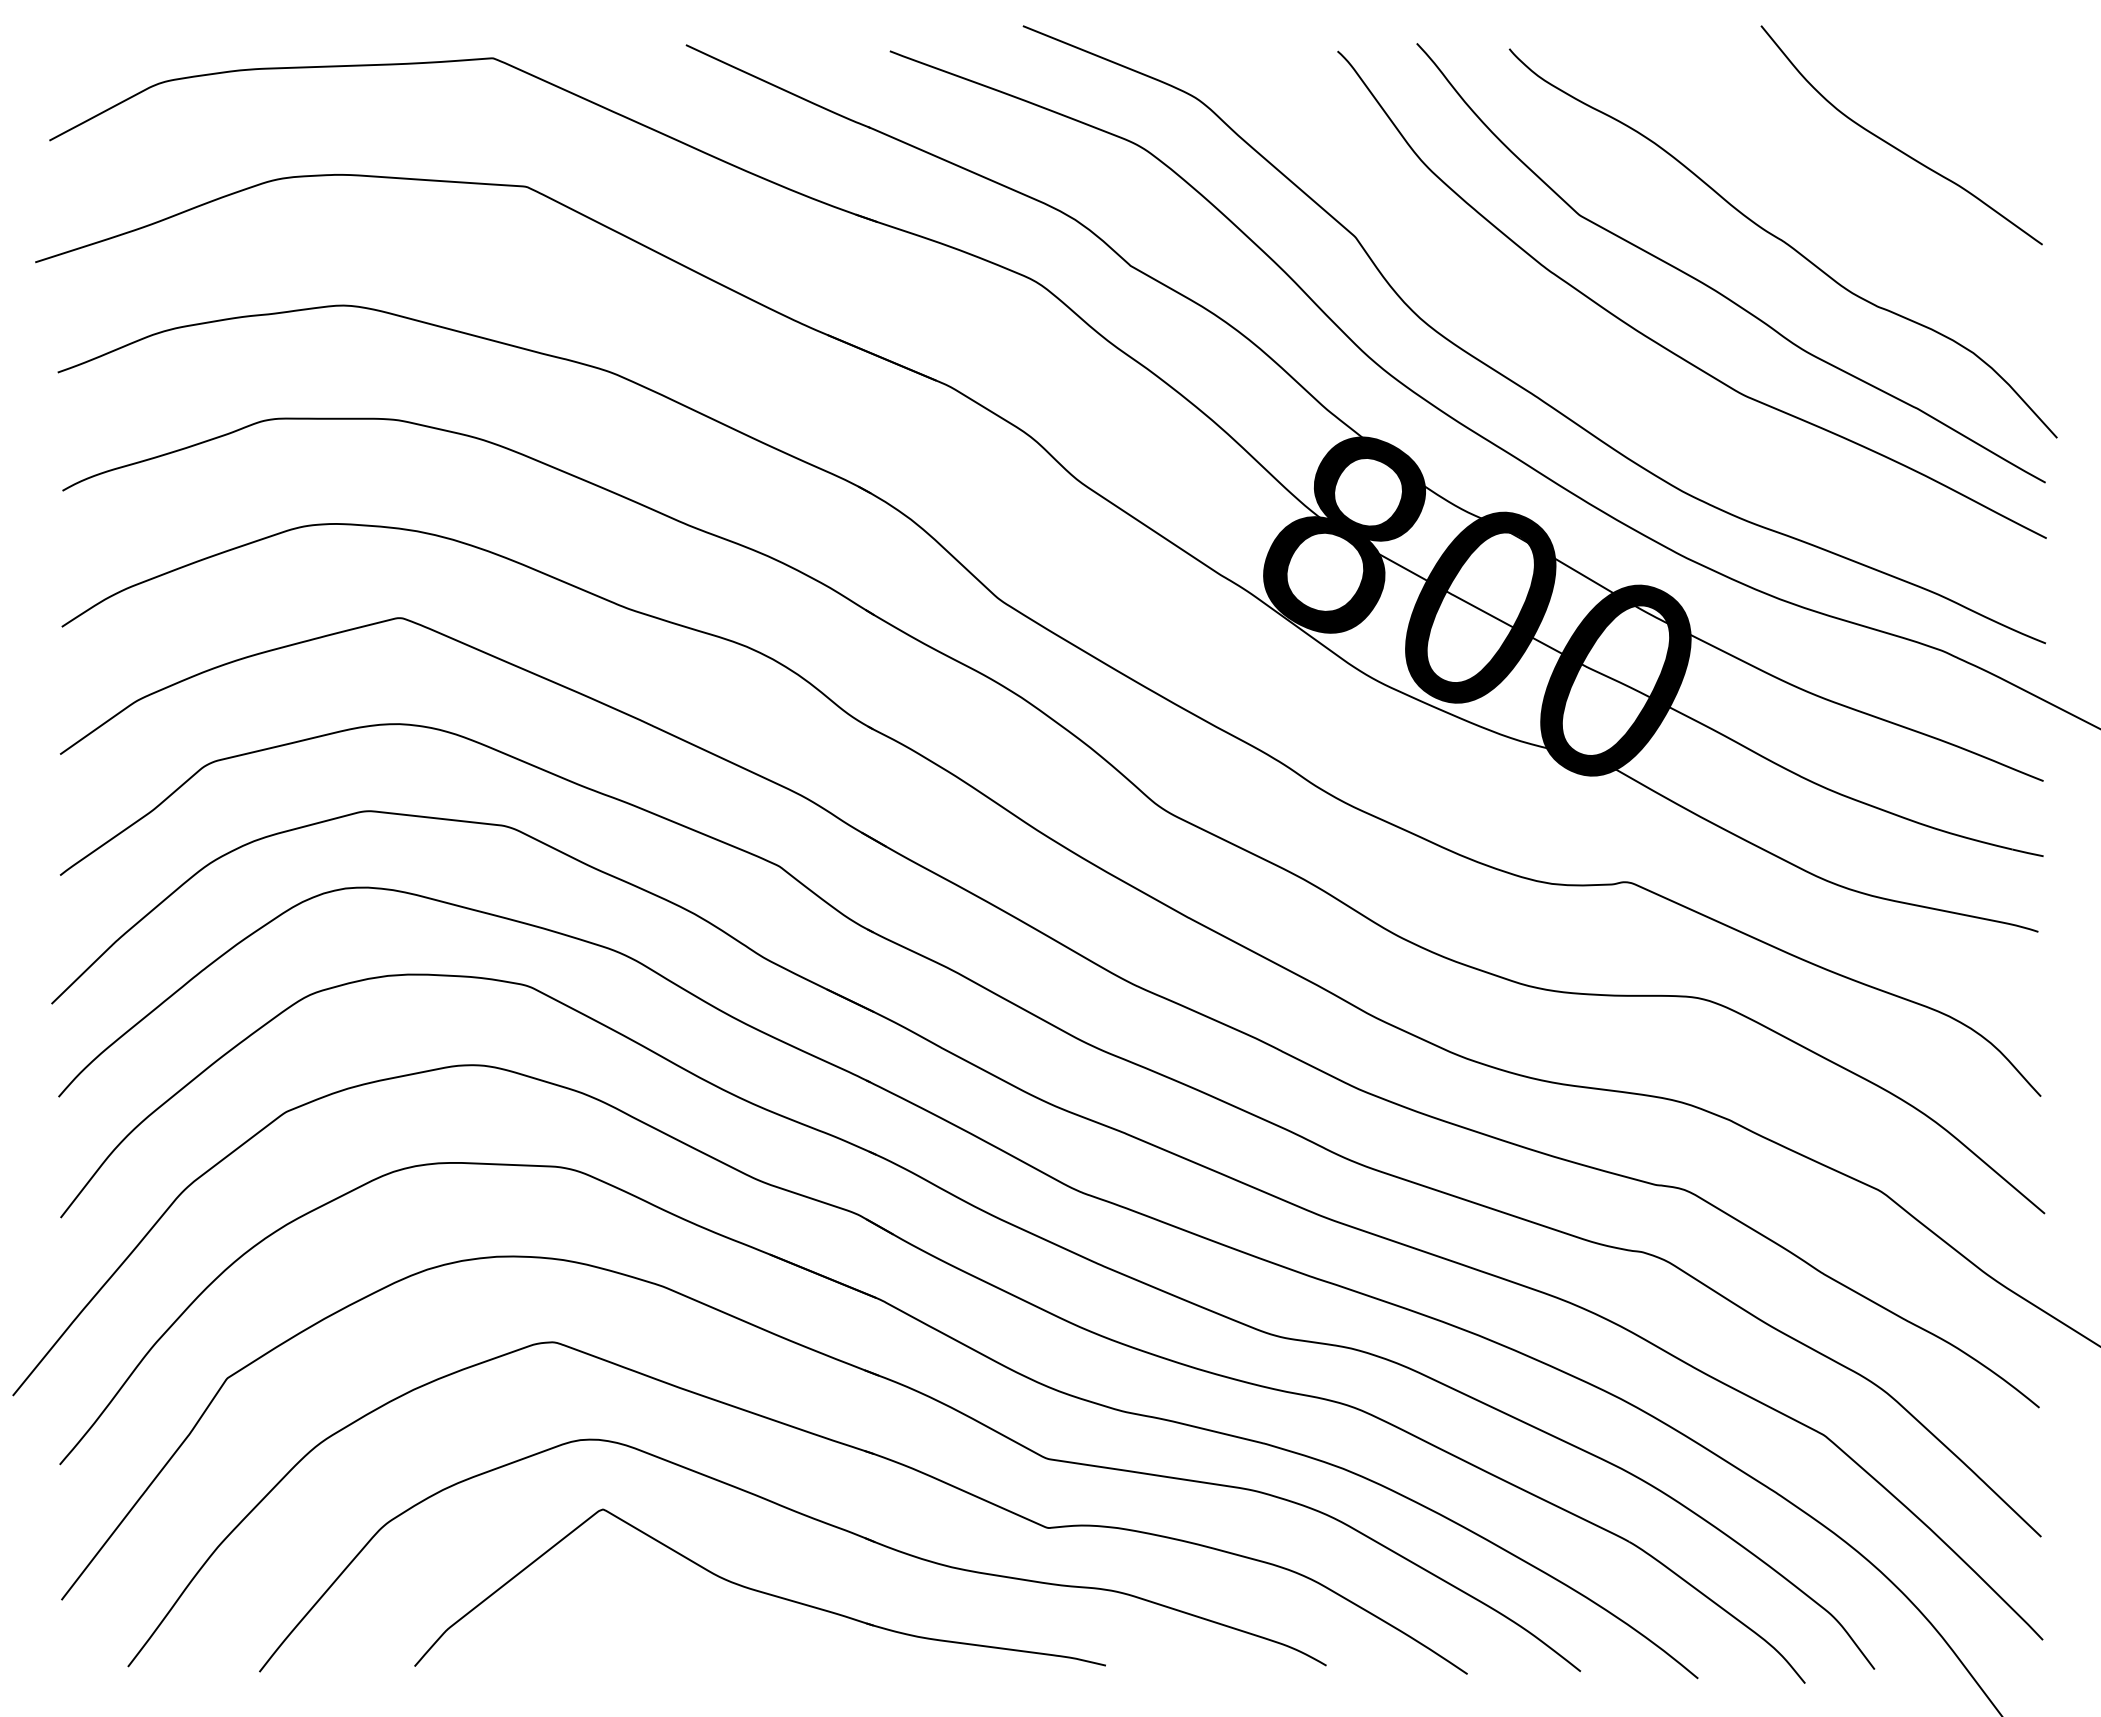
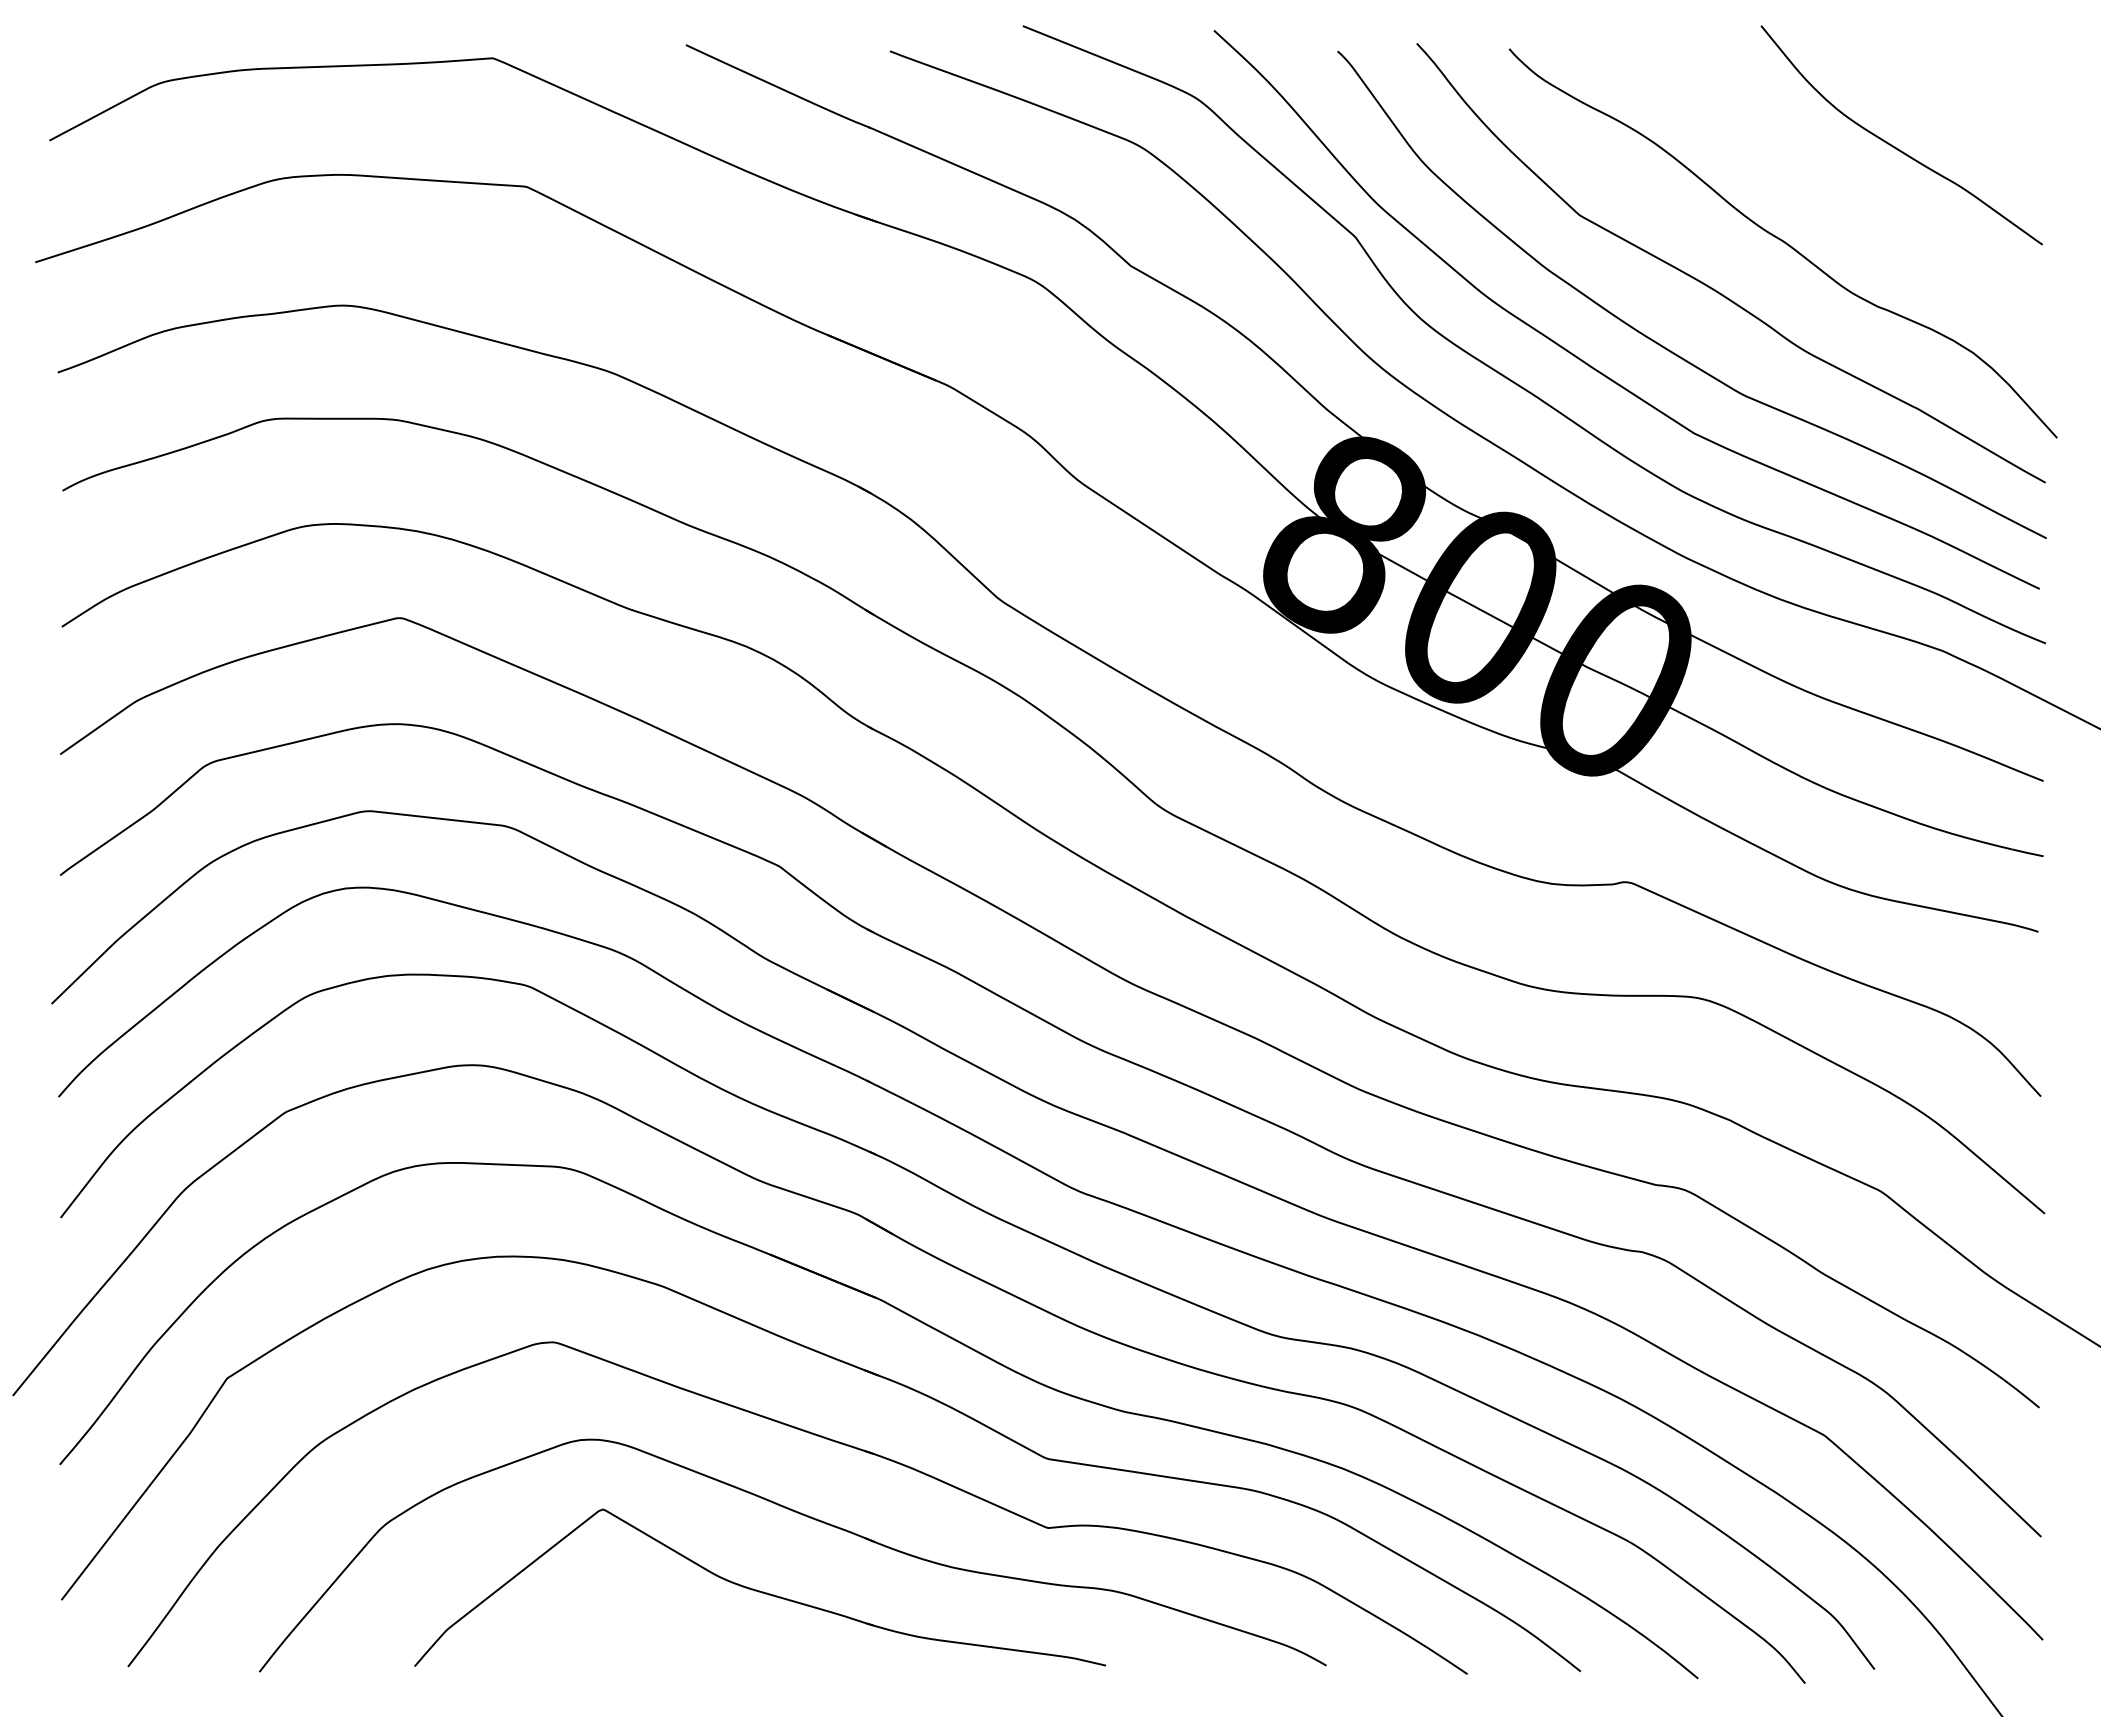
curve at (1588, 363): none -> present
